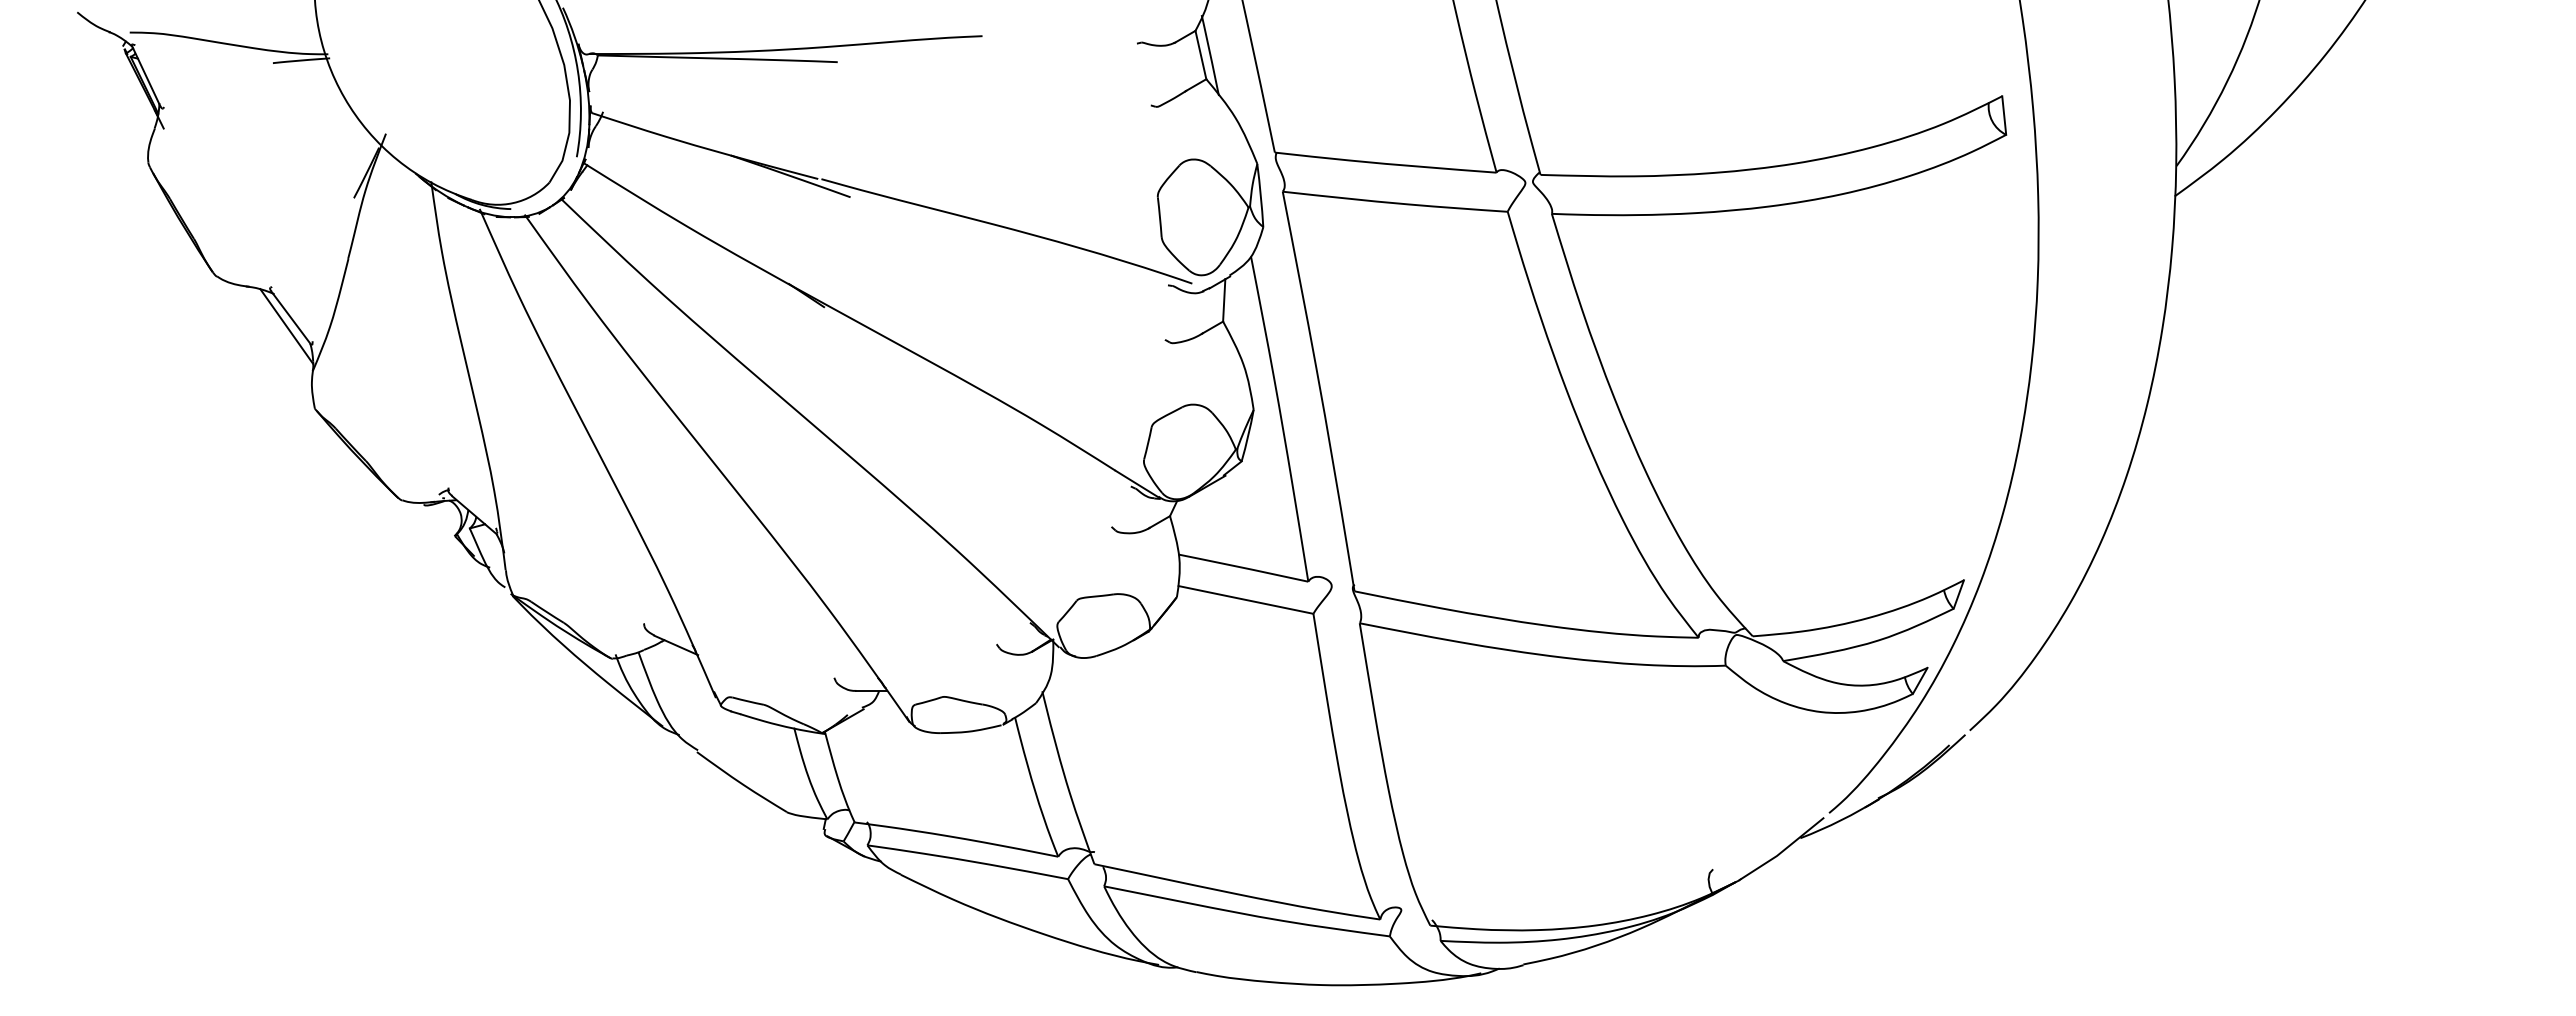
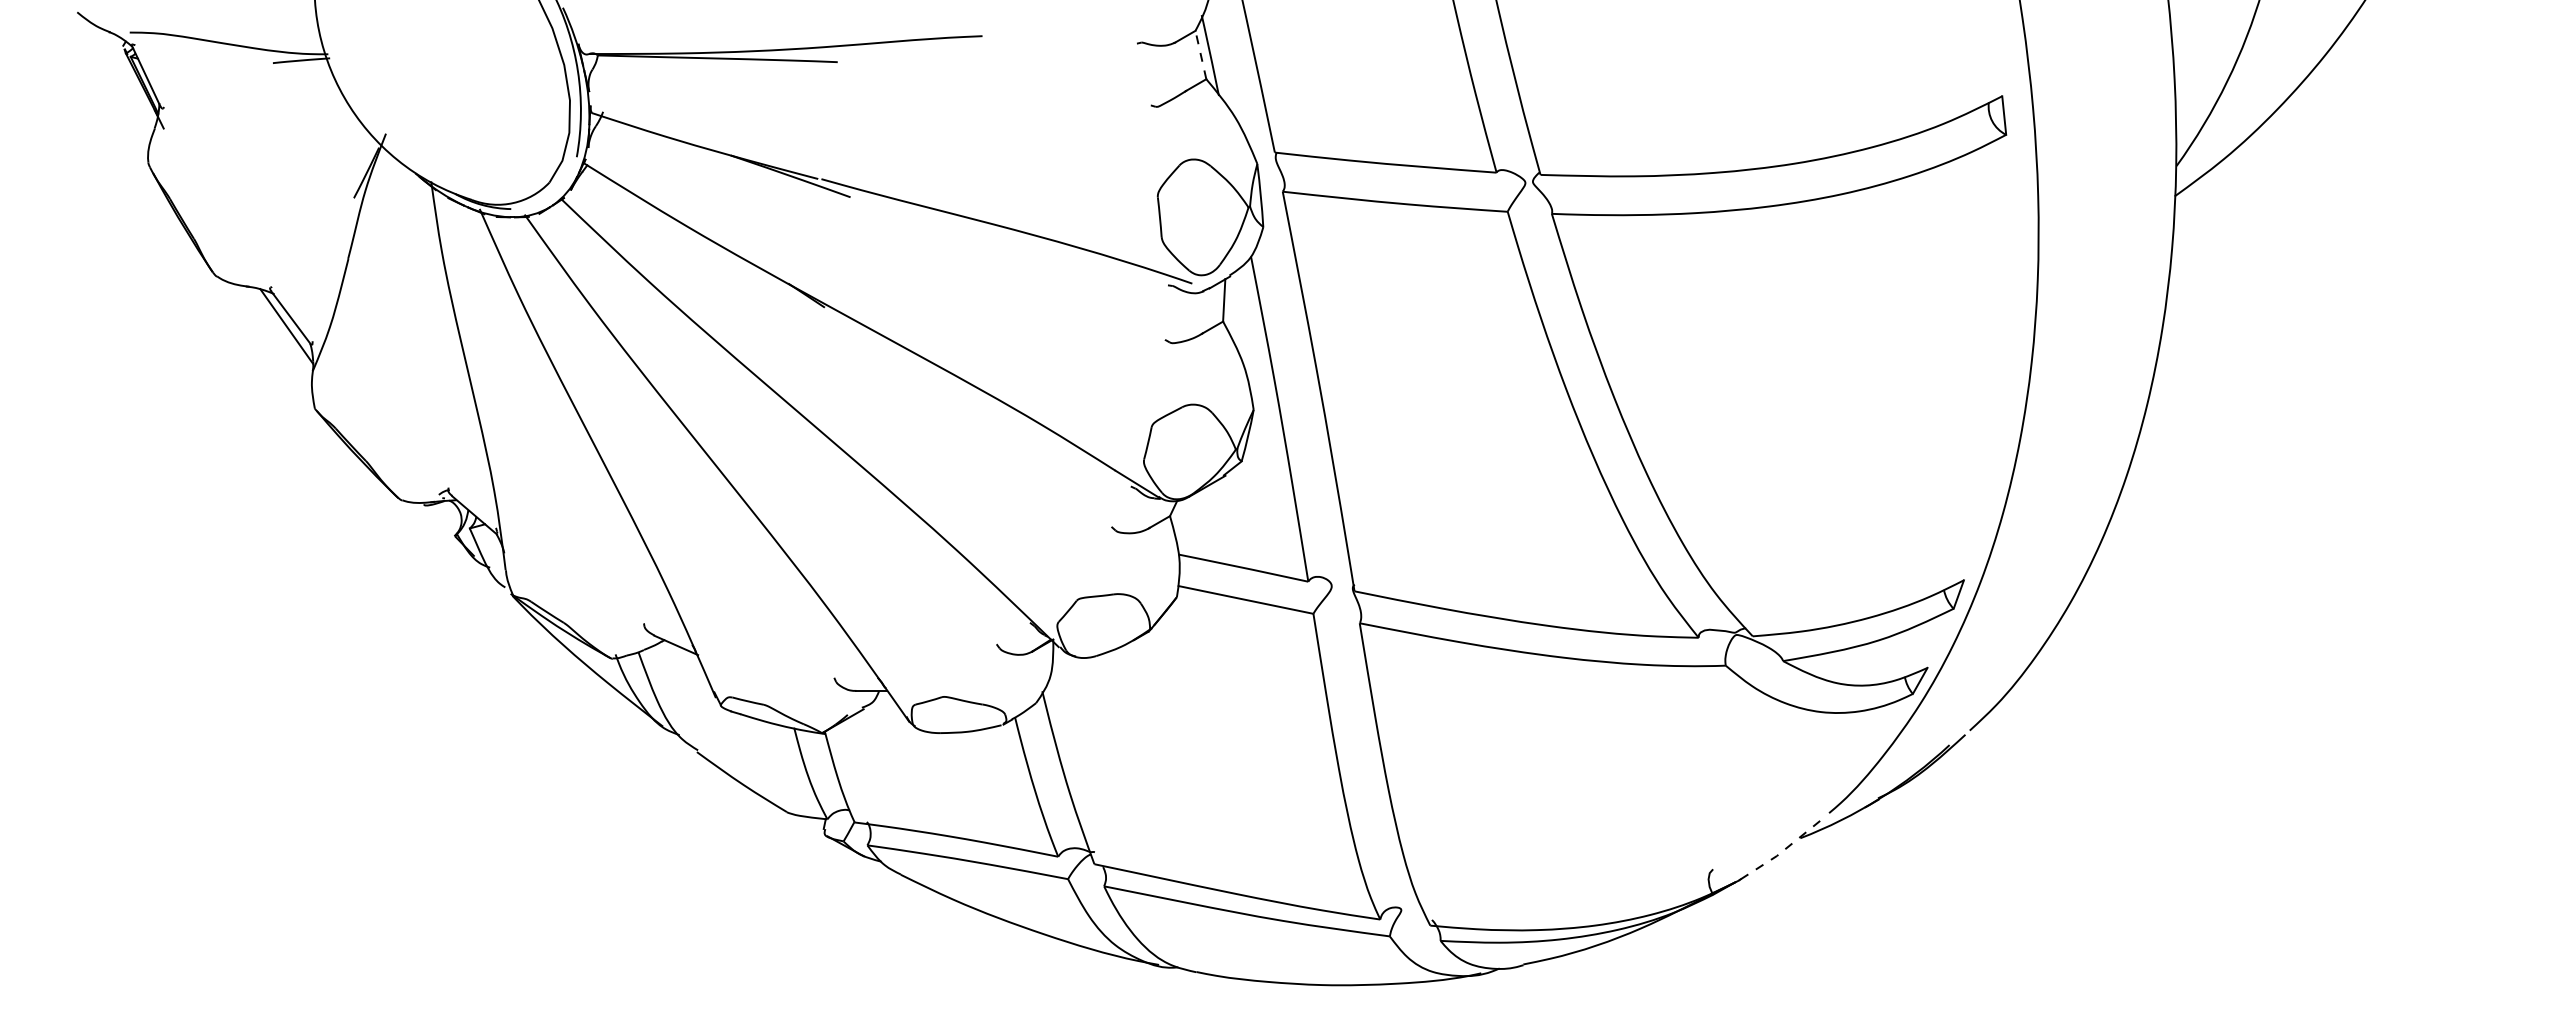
line at (1200, 55): solid -> dashed
line at (1783, 850): solid -> dashed
